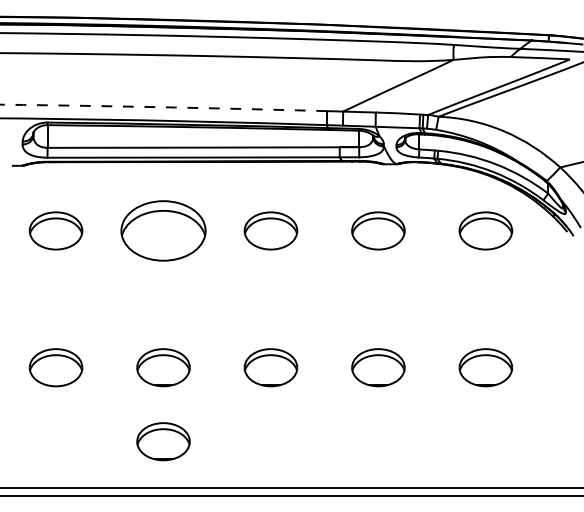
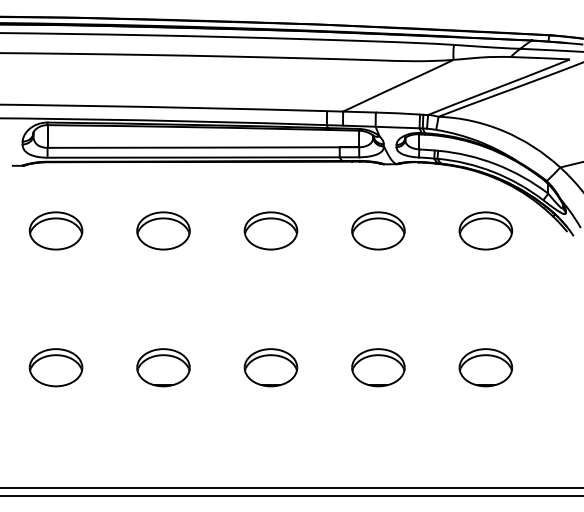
arc at (163, 107): dashed -> solid
part at (163, 230) size: 87x62 px -> 55x40 px
part at (163, 441): present -> none
